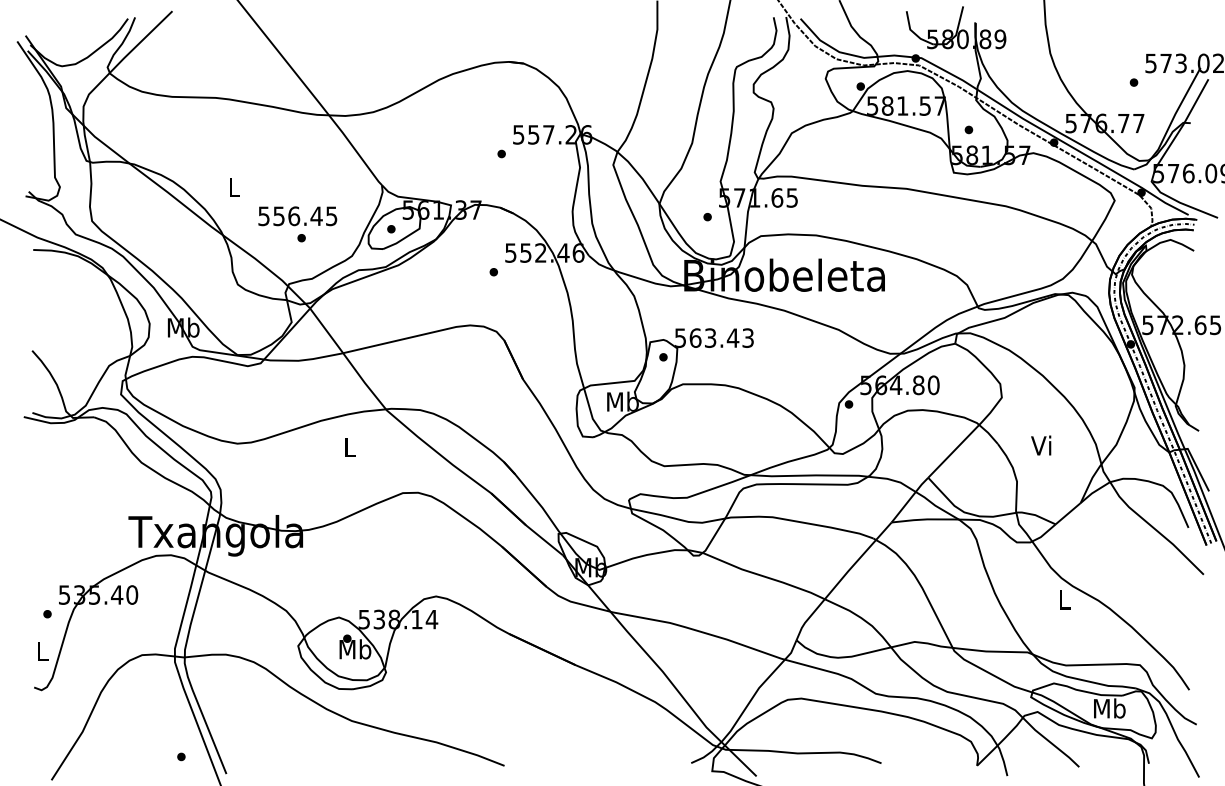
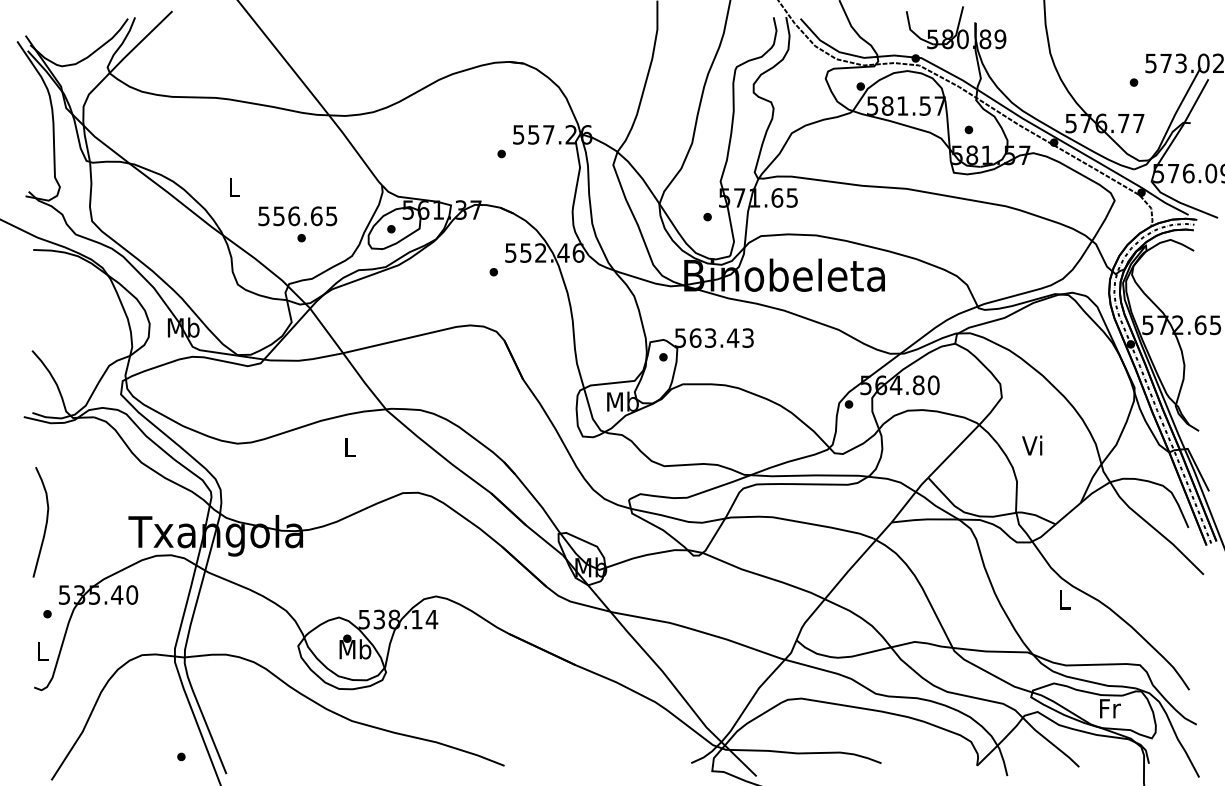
text at (316, 216): 556.45 -> 556.65
text at (1041, 445) position: (1041, 445) -> (1032, 445)
curve at (45, 522): none -> present
text at (1109, 708): Mb -> Fr
